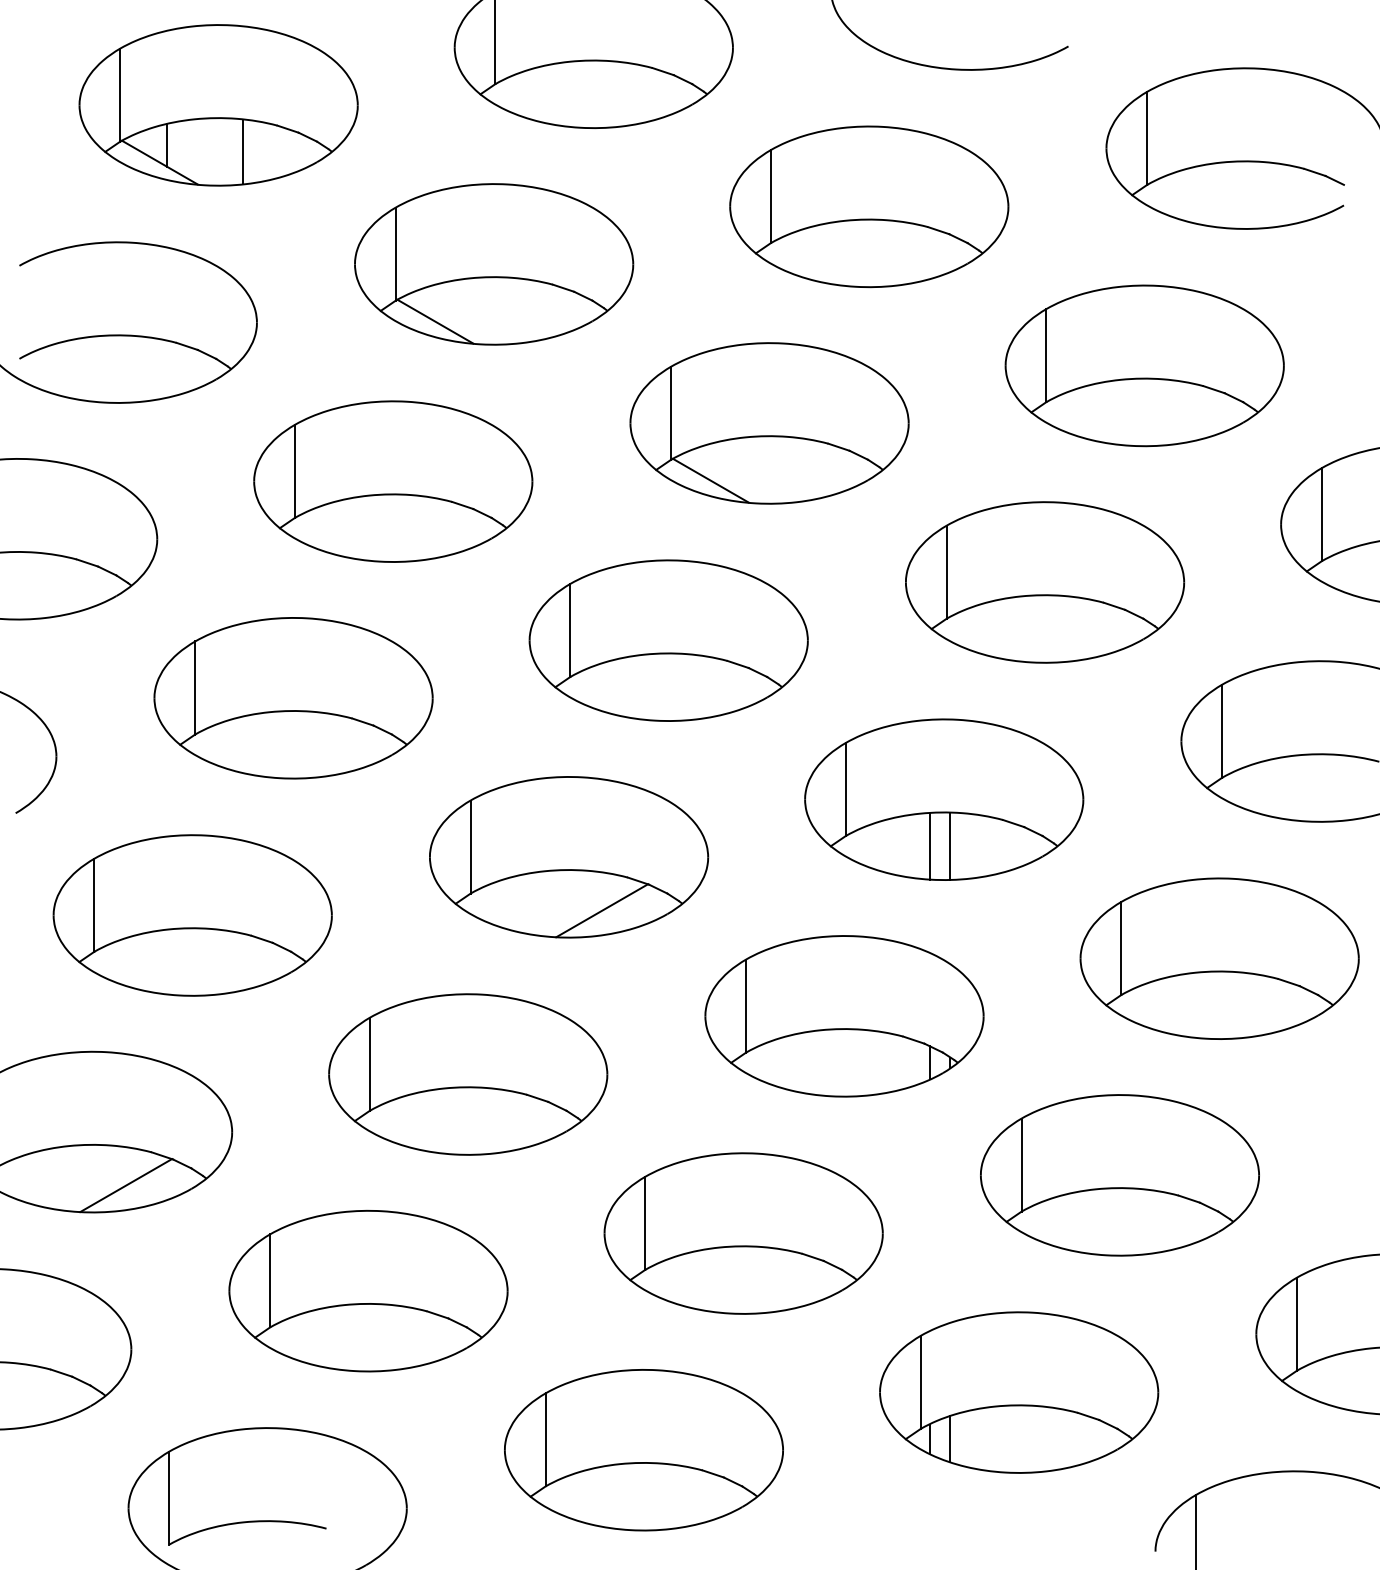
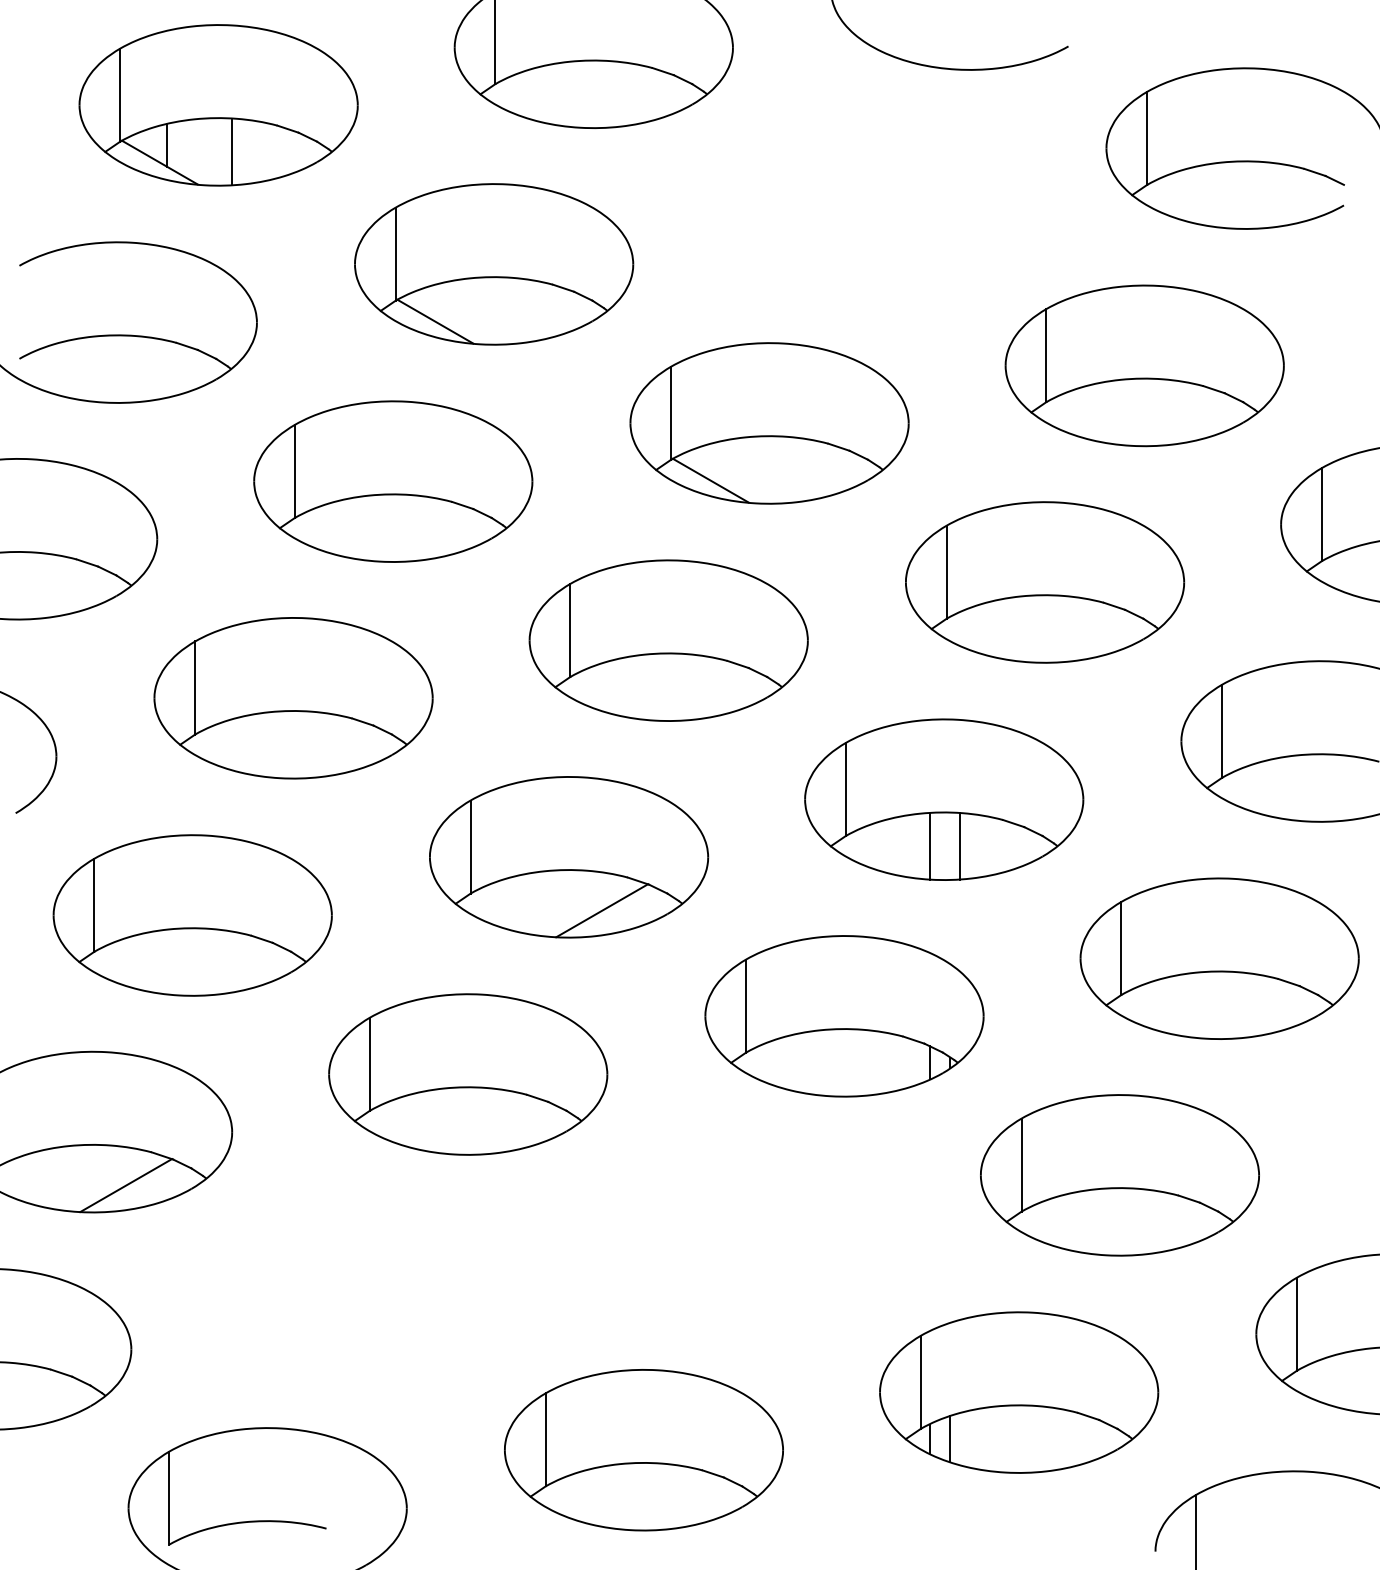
line at (242, 151) position: (242, 151) -> (231, 151)
part at (869, 206): present -> none
line at (950, 845) position: (950, 845) -> (960, 845)
part at (743, 1233): present -> none
part at (368, 1290): present -> none
